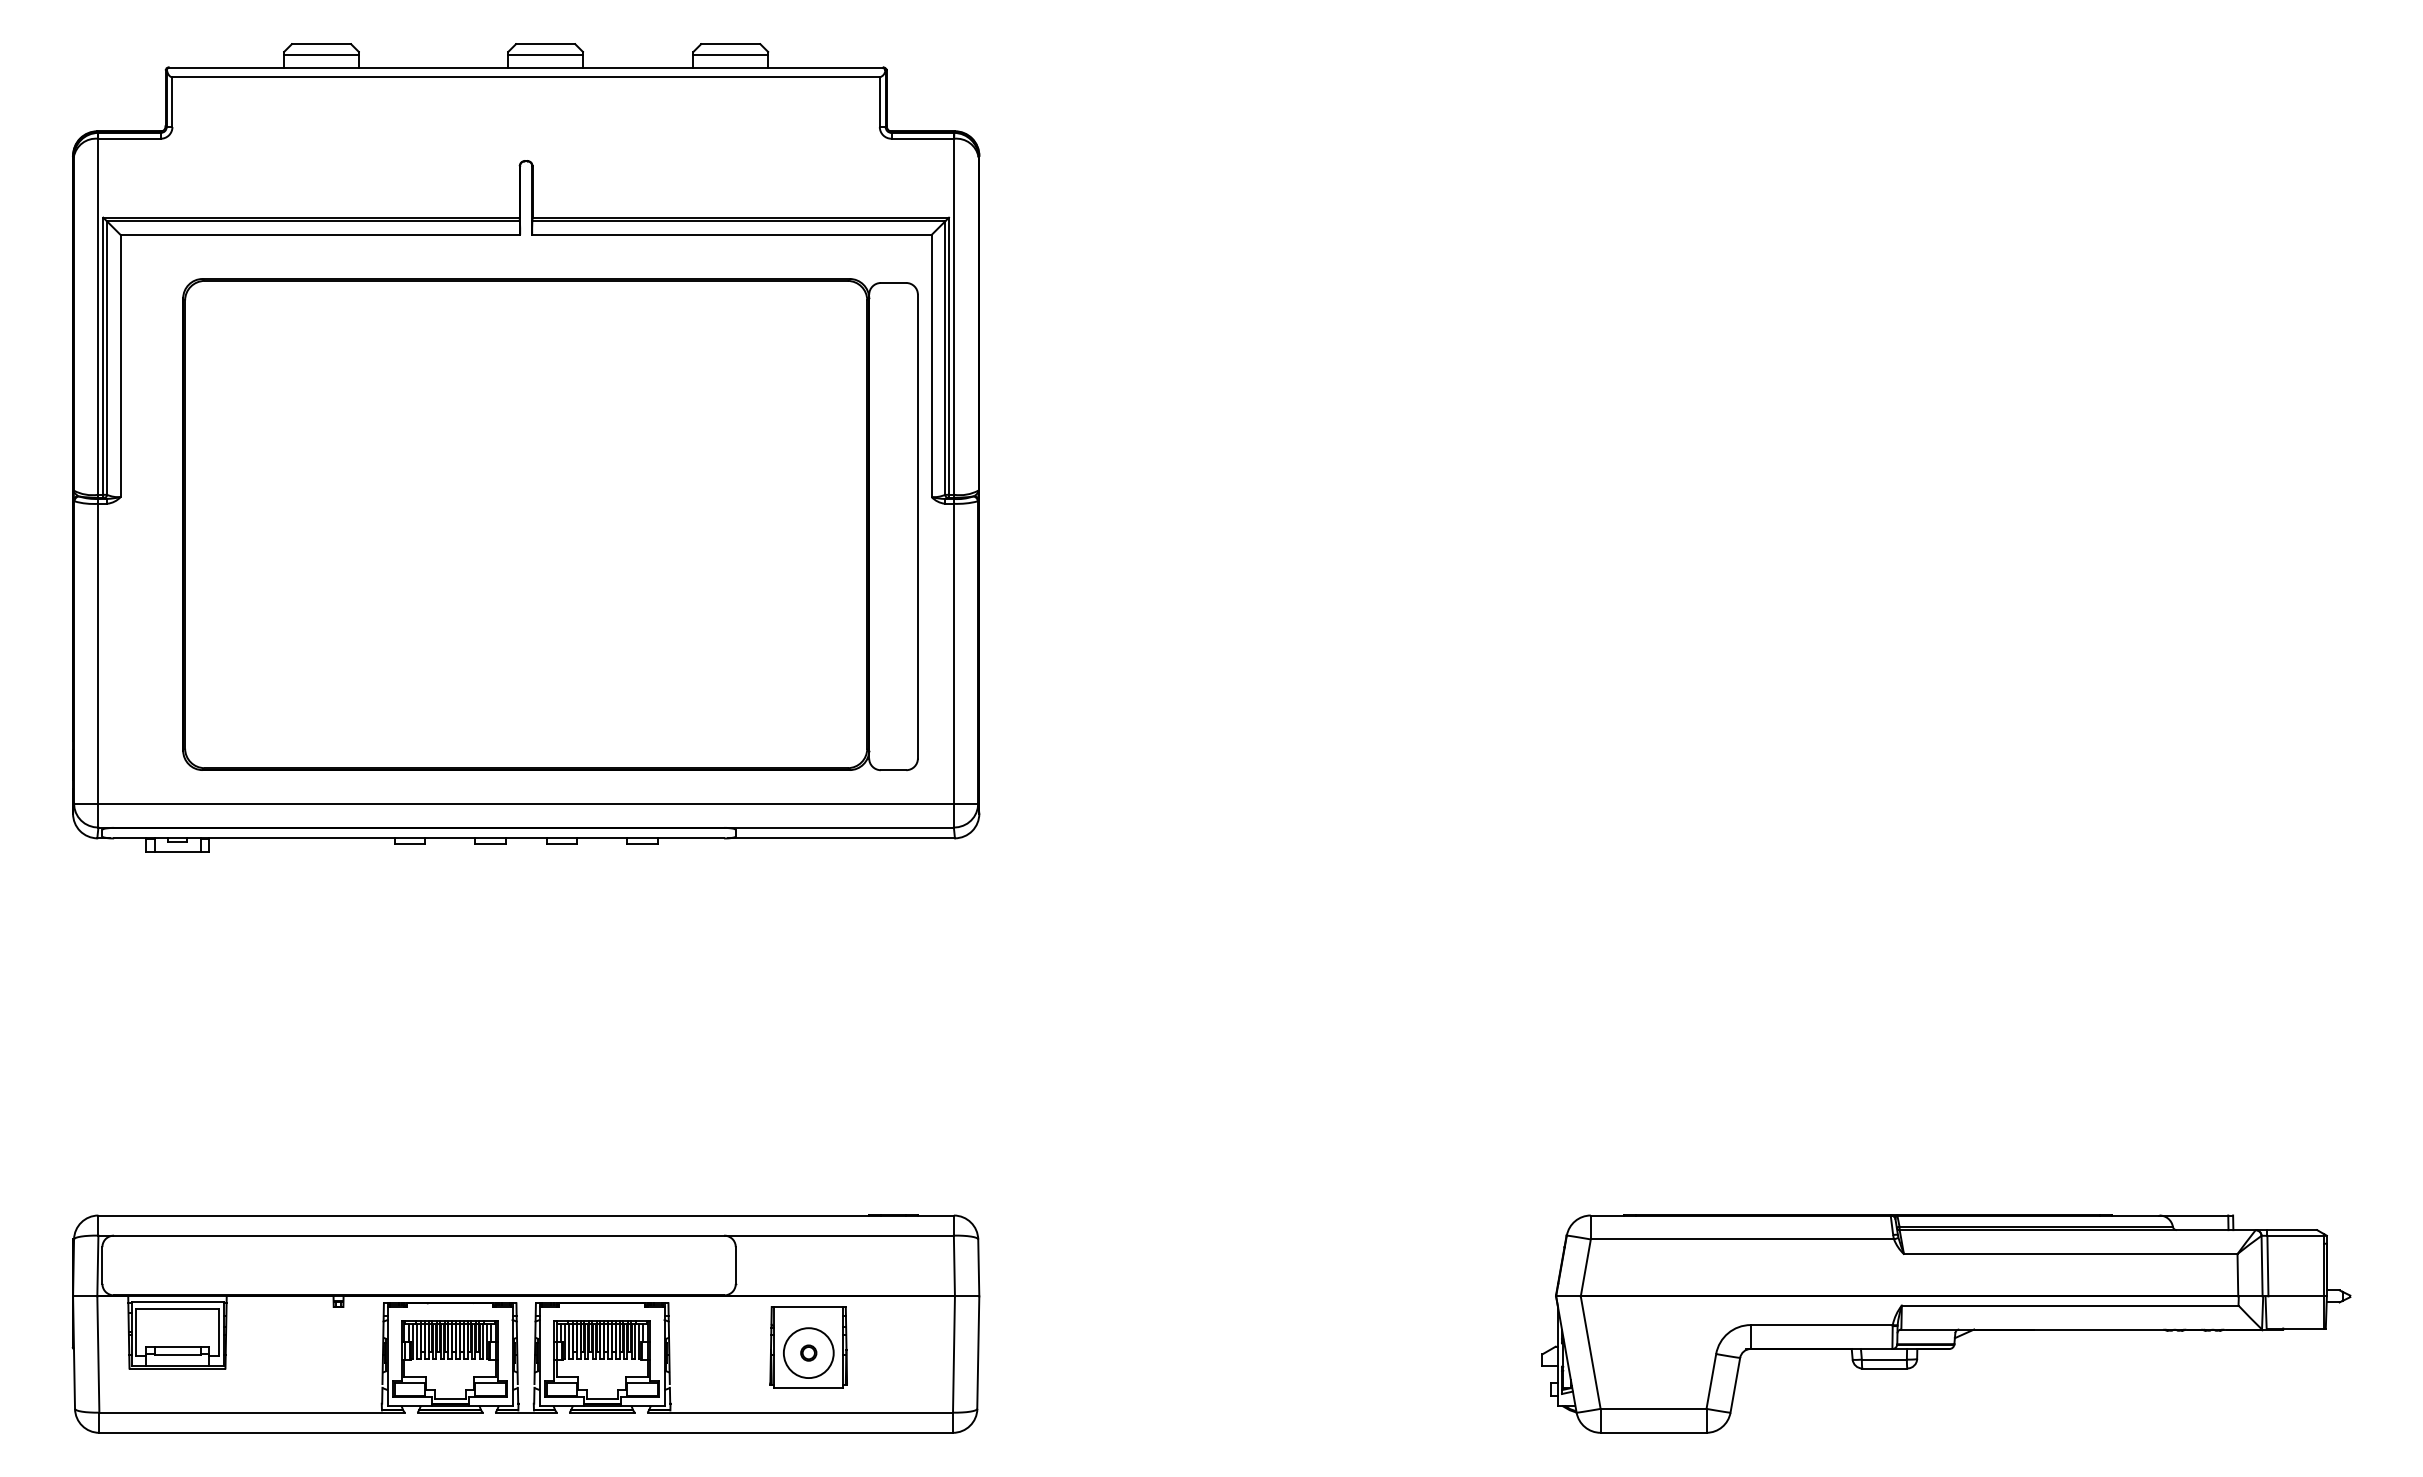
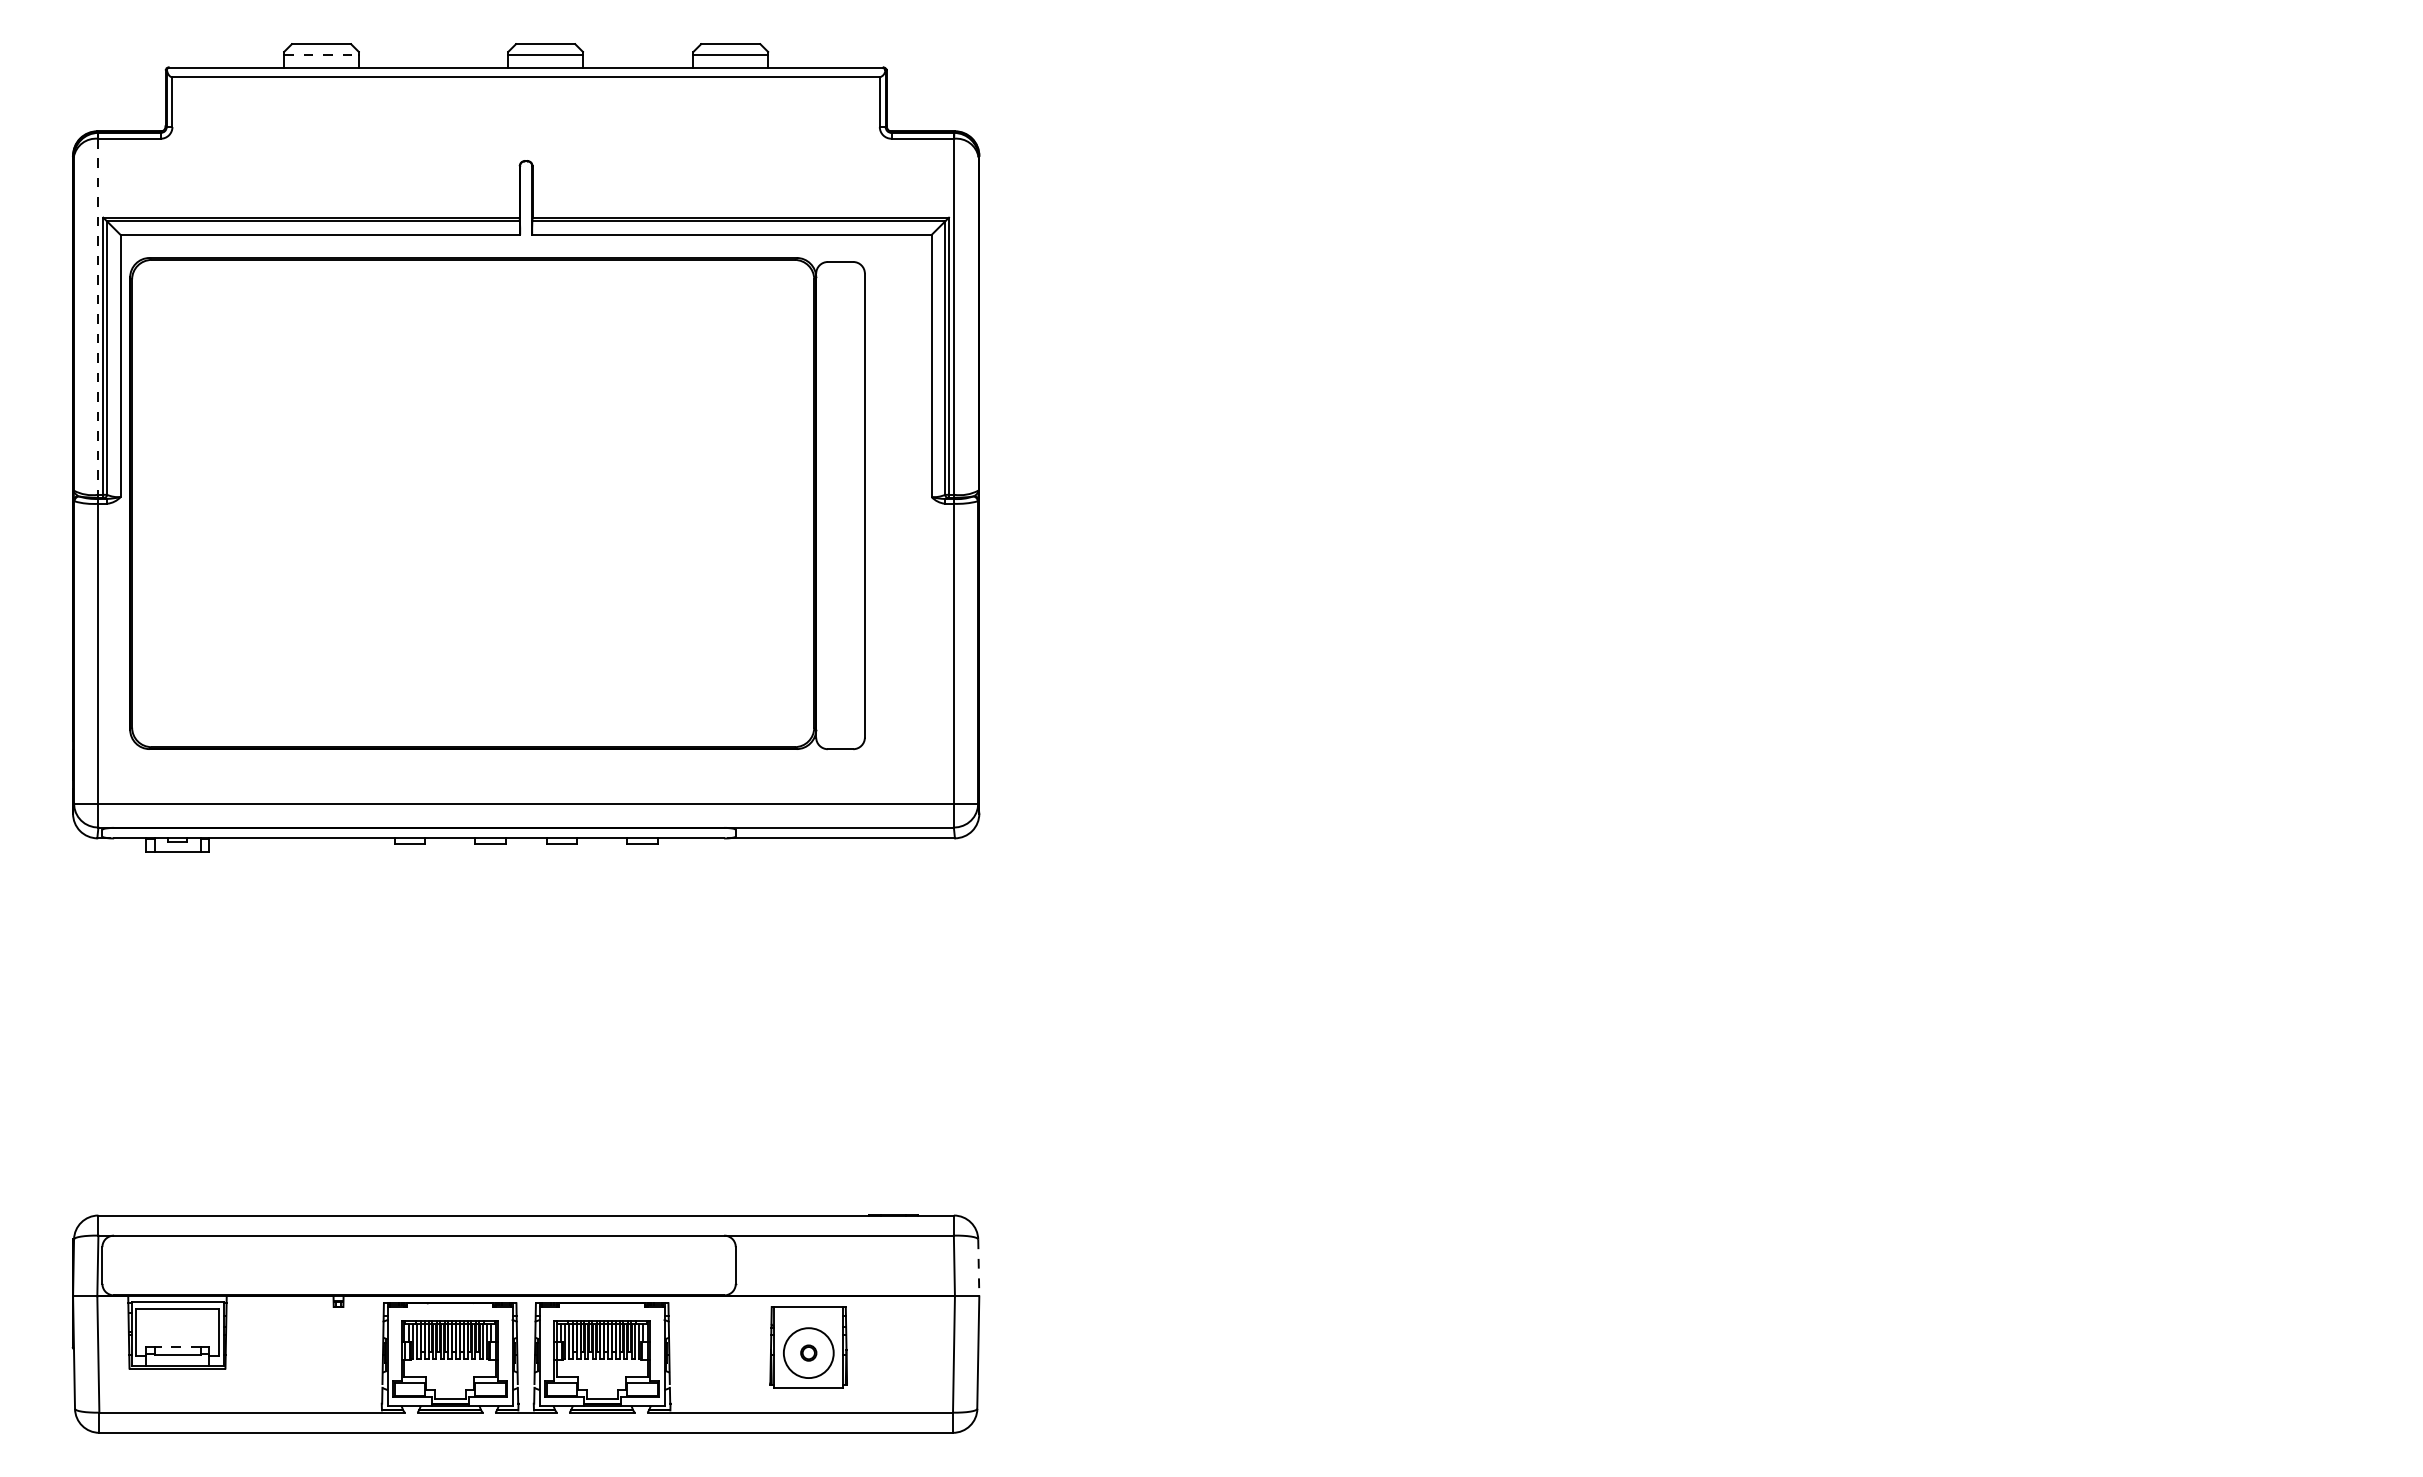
line at (322, 54): solid -> dashed
line at (98, 317): solid -> dashed
part at (550, 524) position: (550, 524) -> (497, 503)
line at (978, 1267): solid -> dashed
part at (1946, 1323): present -> none
line at (177, 1346): solid -> dashed
